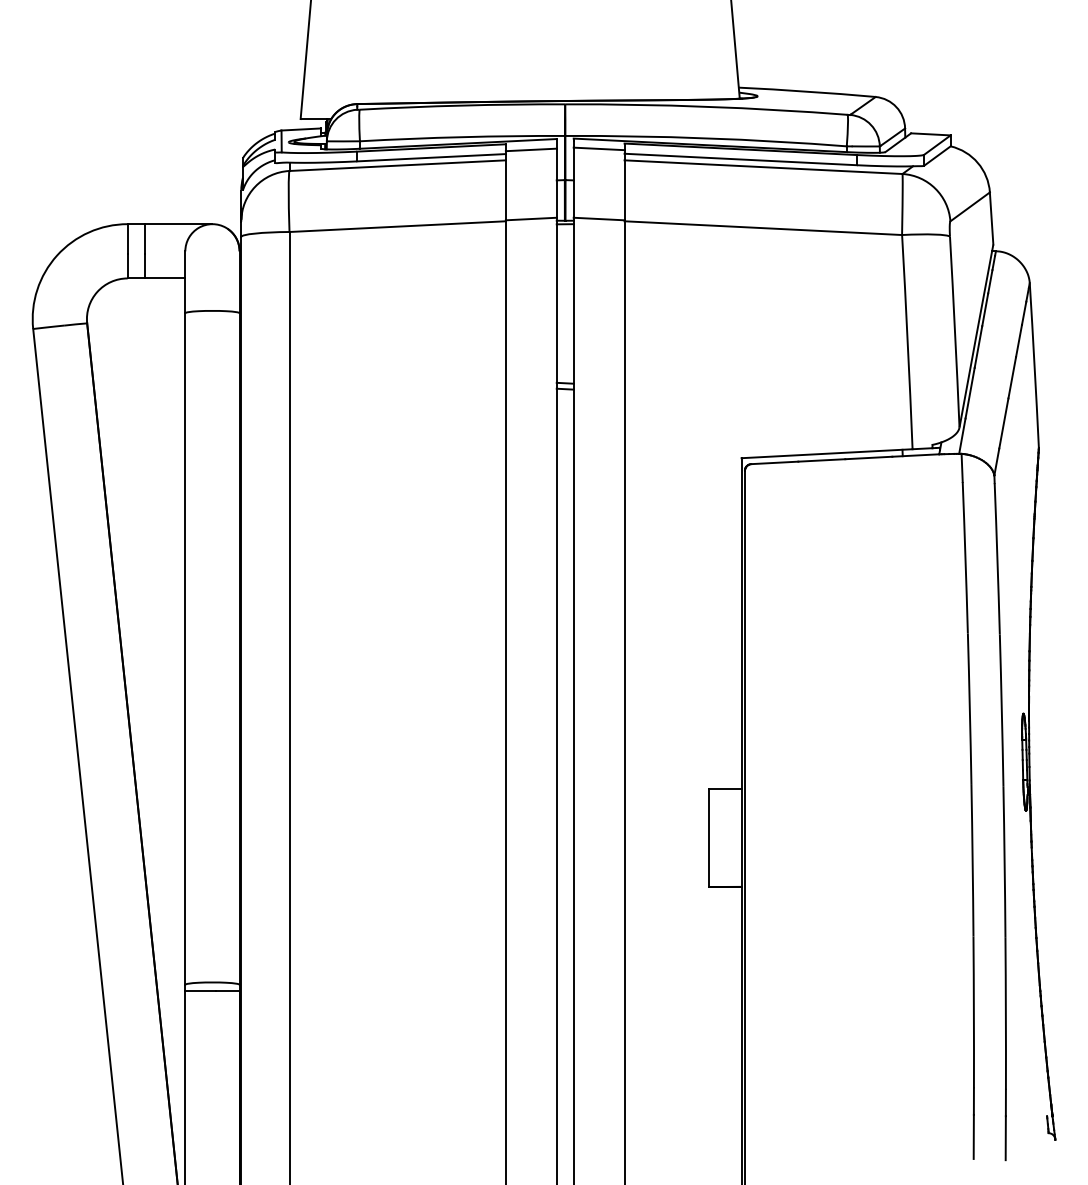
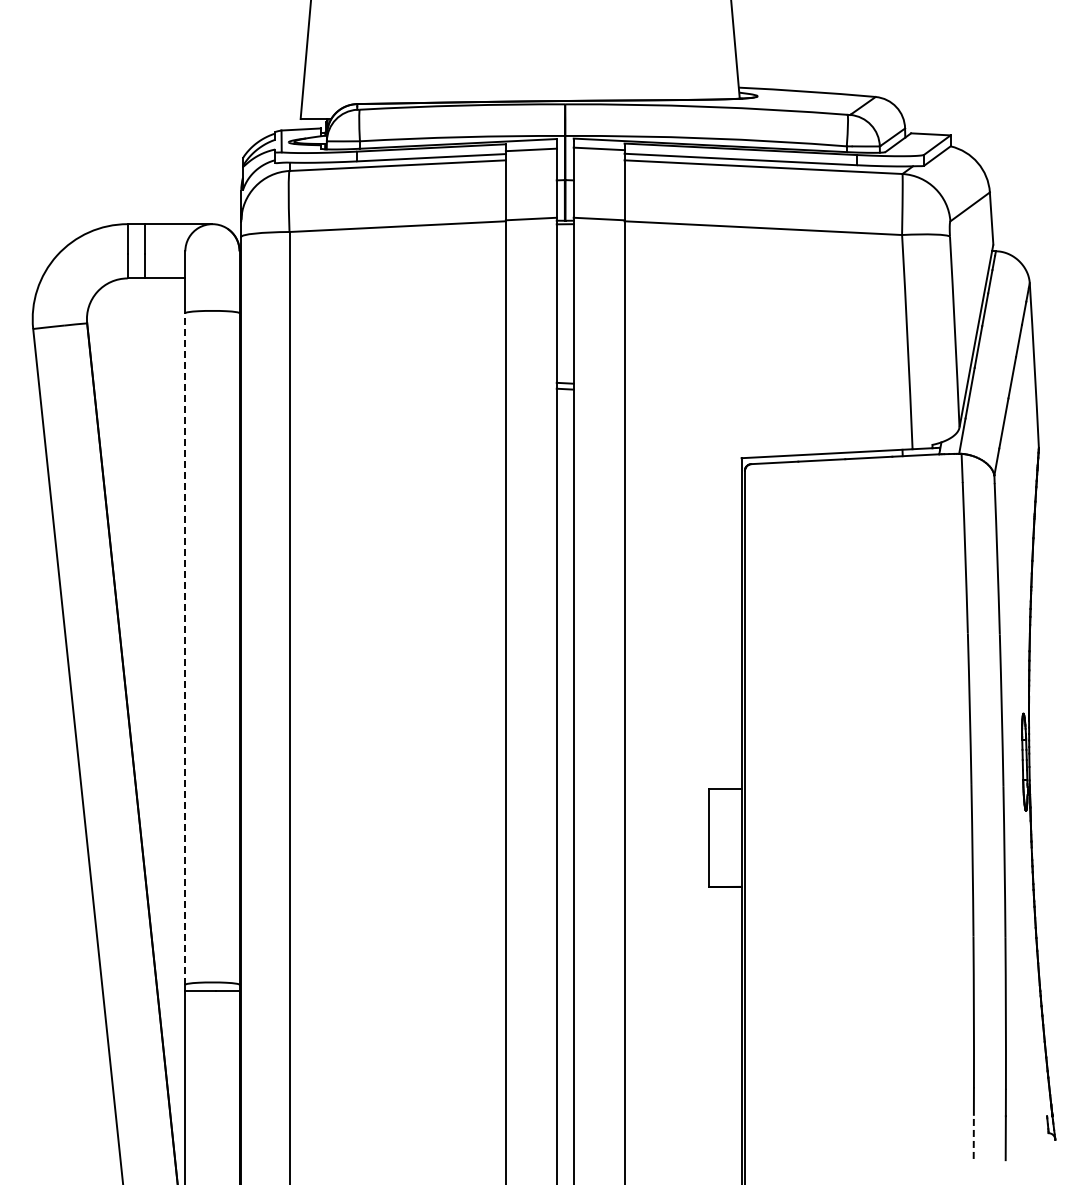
line at (185, 649): solid -> dashed
line at (973, 1136): solid -> dashed
